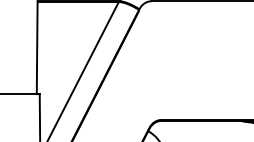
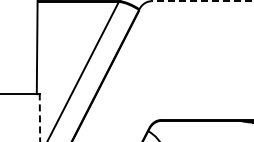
line at (202, 1): solid -> dashed
line at (39, 117): solid -> dashed
